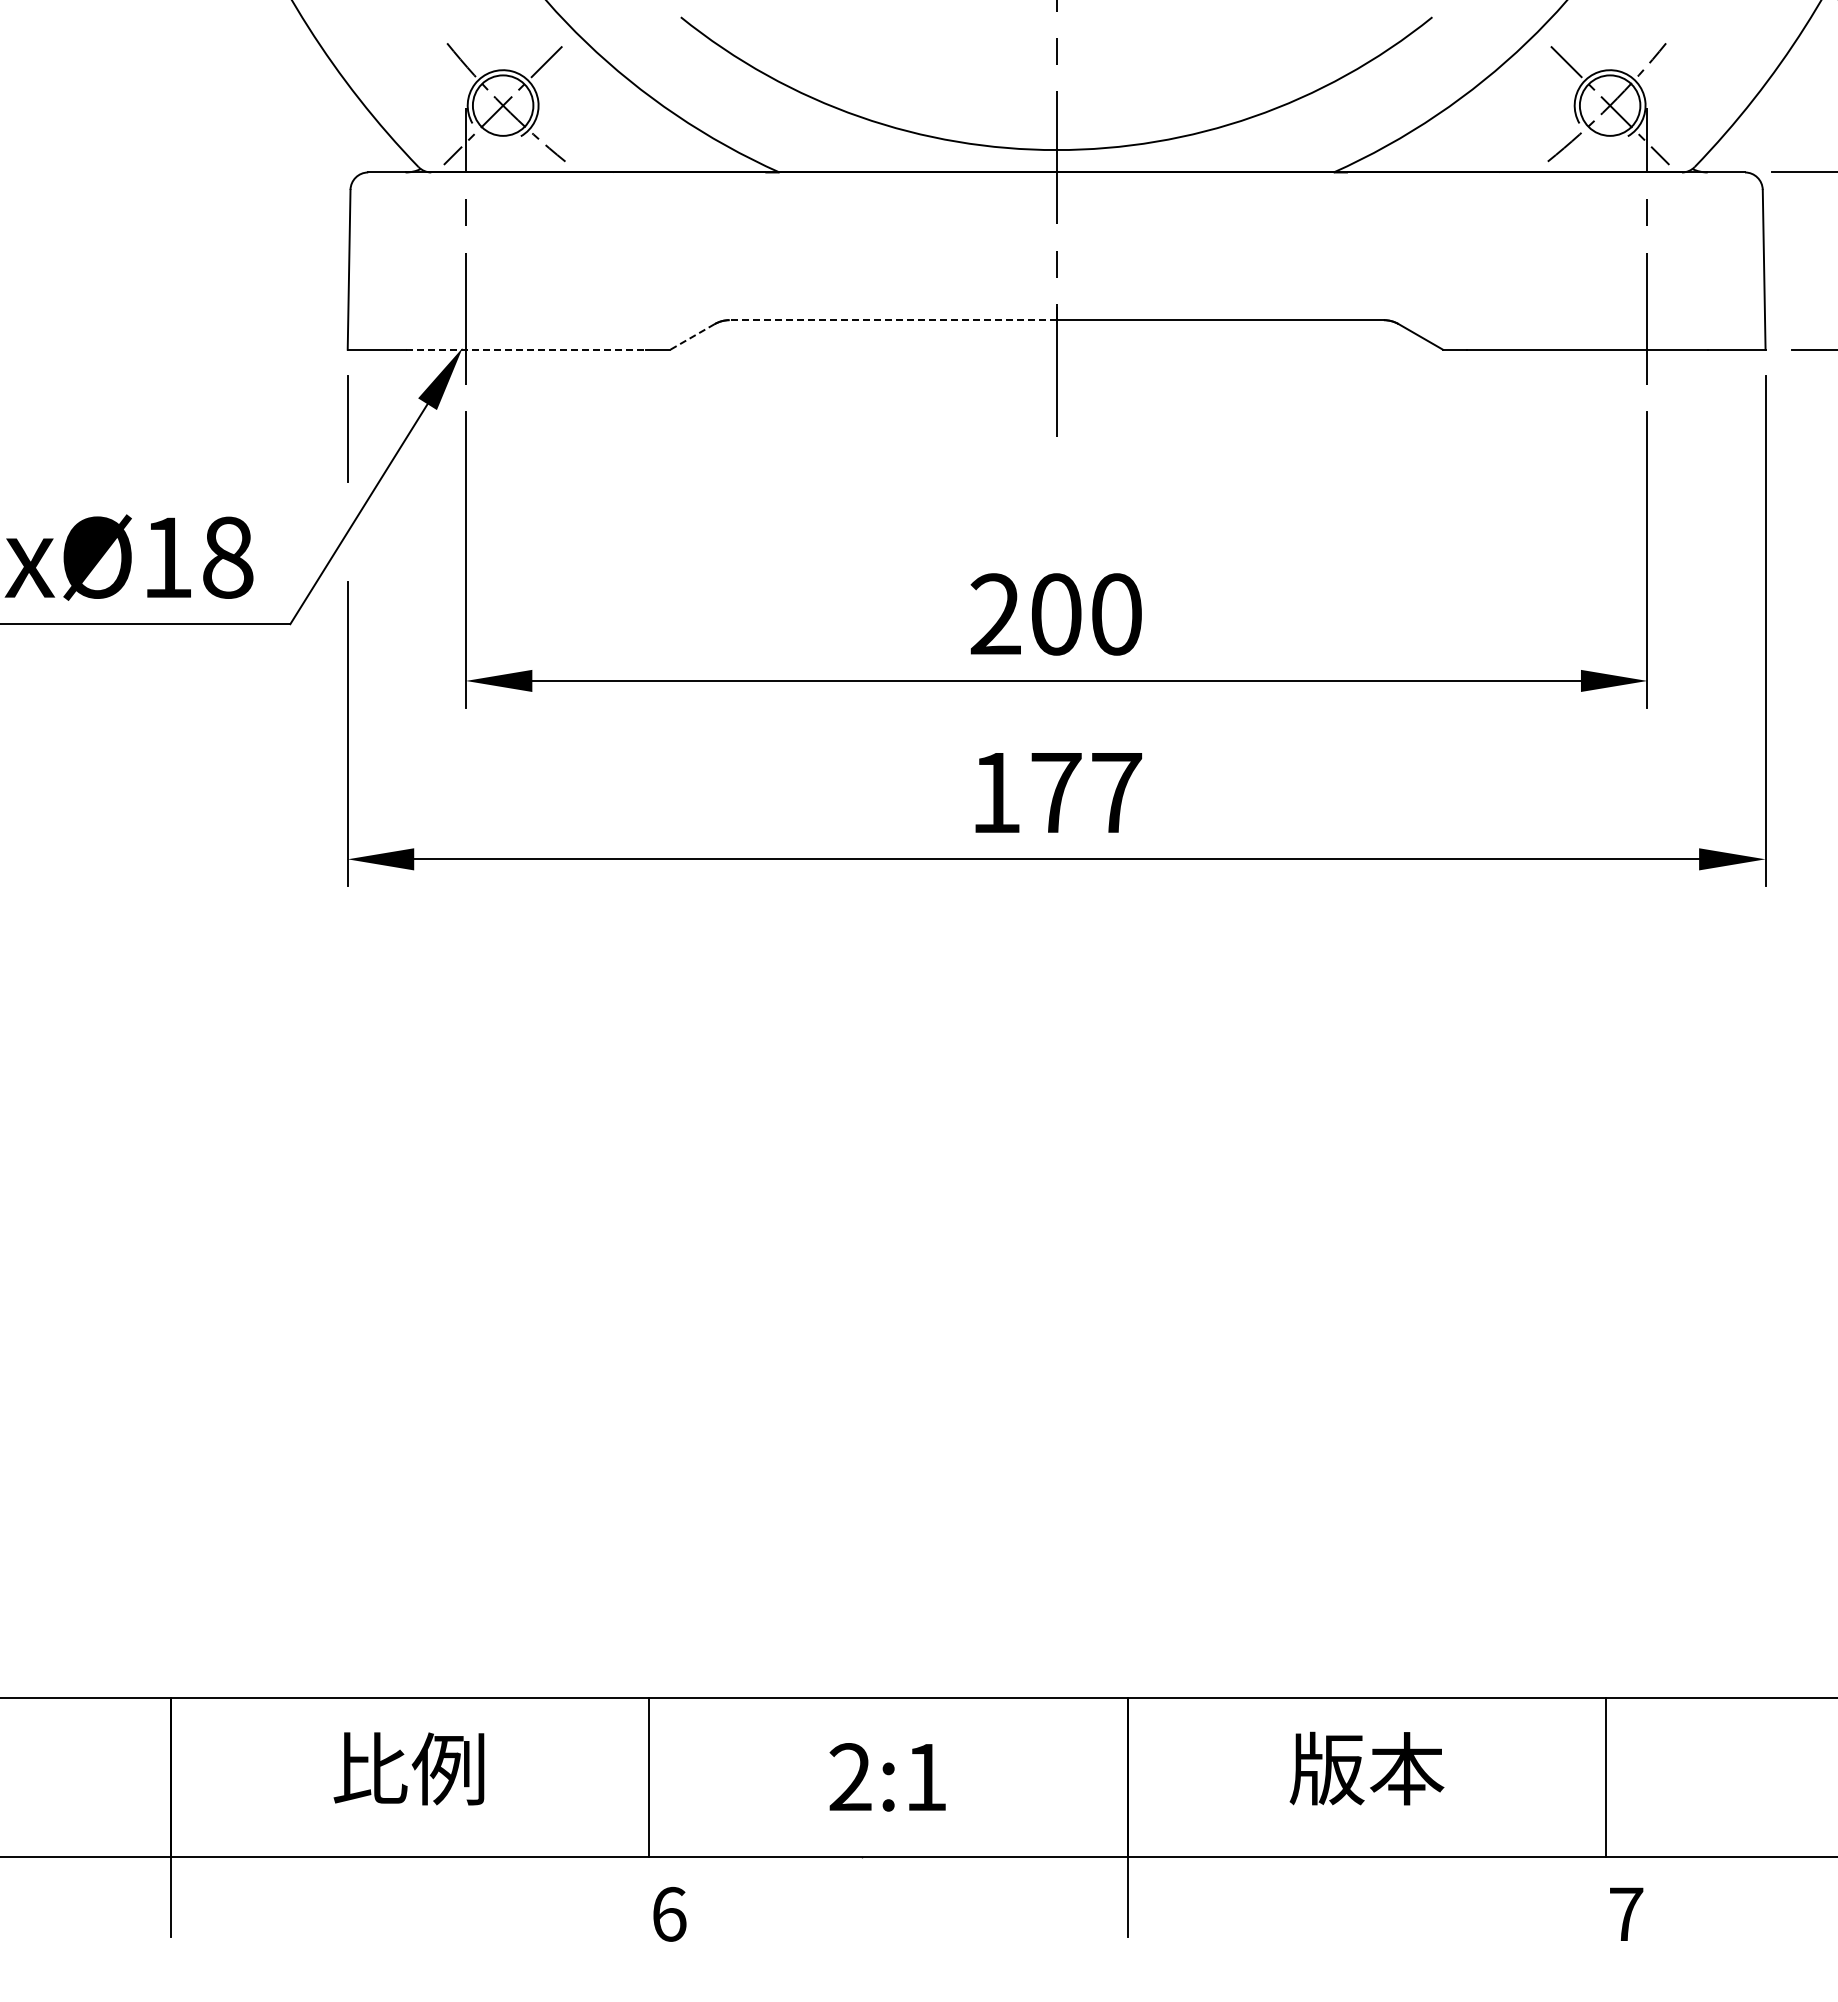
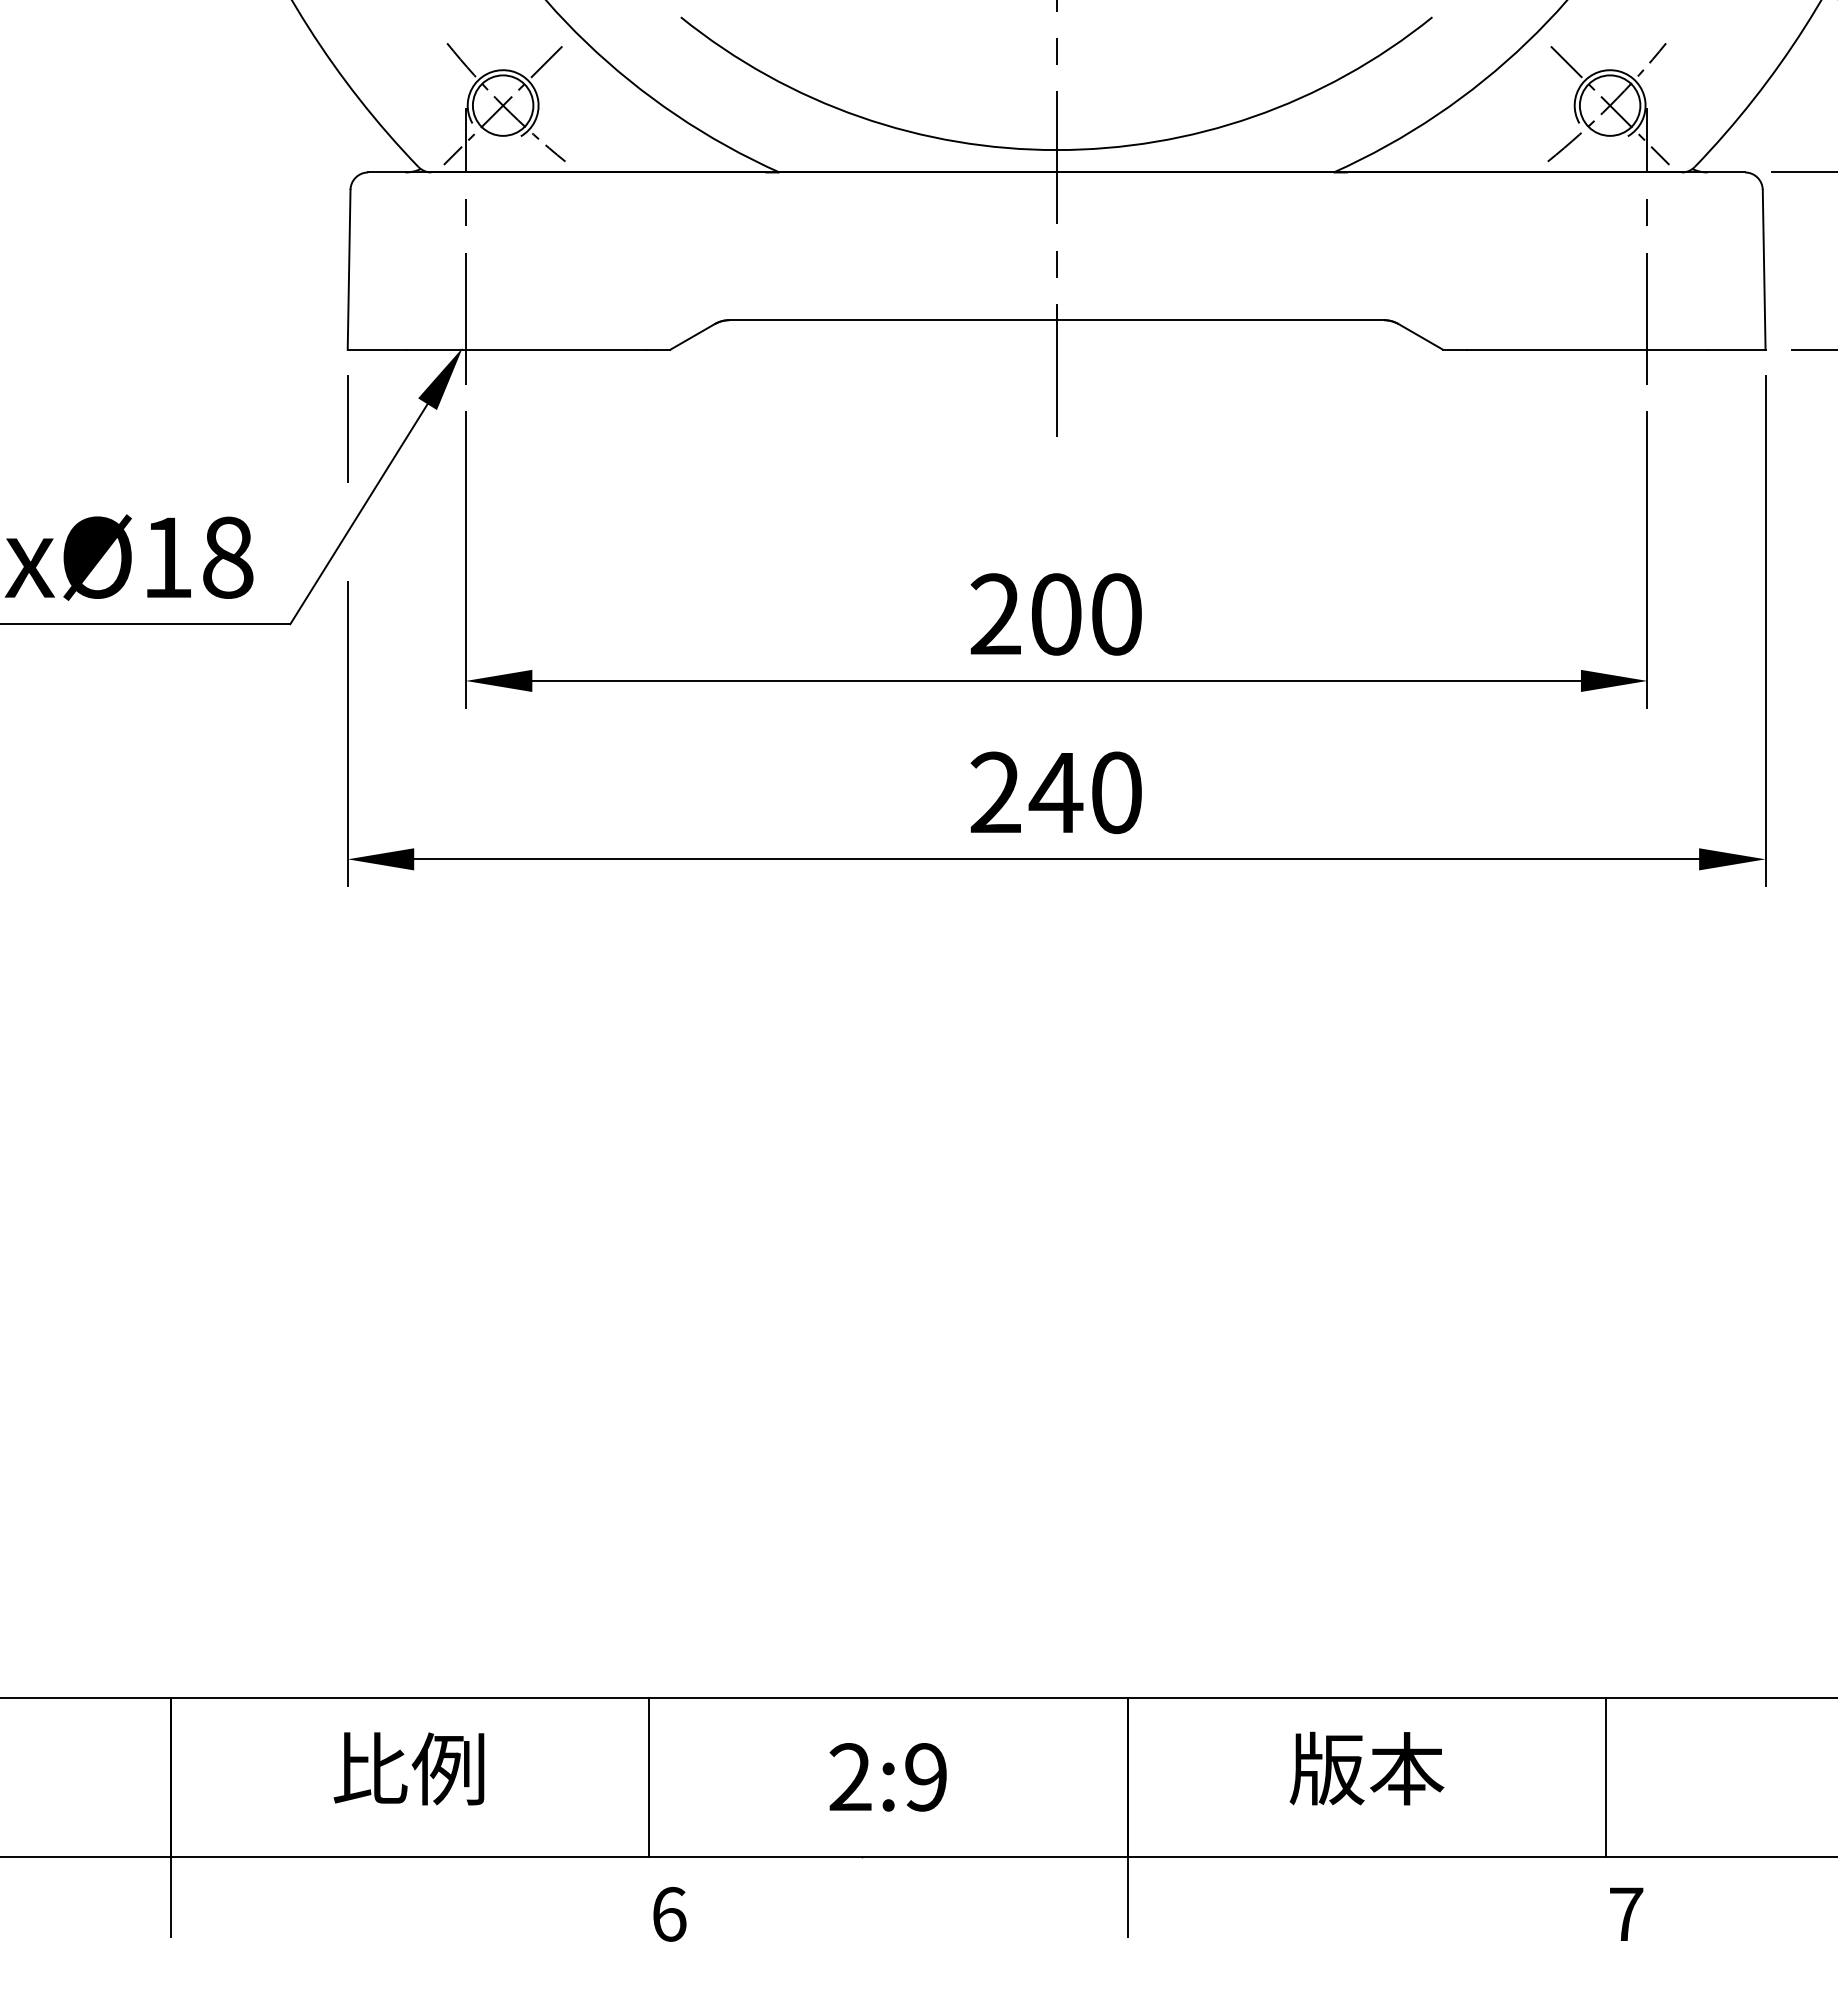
line at (893, 320): dashed -> solid
line at (692, 336): dashed -> solid
line at (526, 349): dashed -> solid
text at (1056, 792): 177 -> 240
text at (925, 1777): 2:1 -> 2:9
